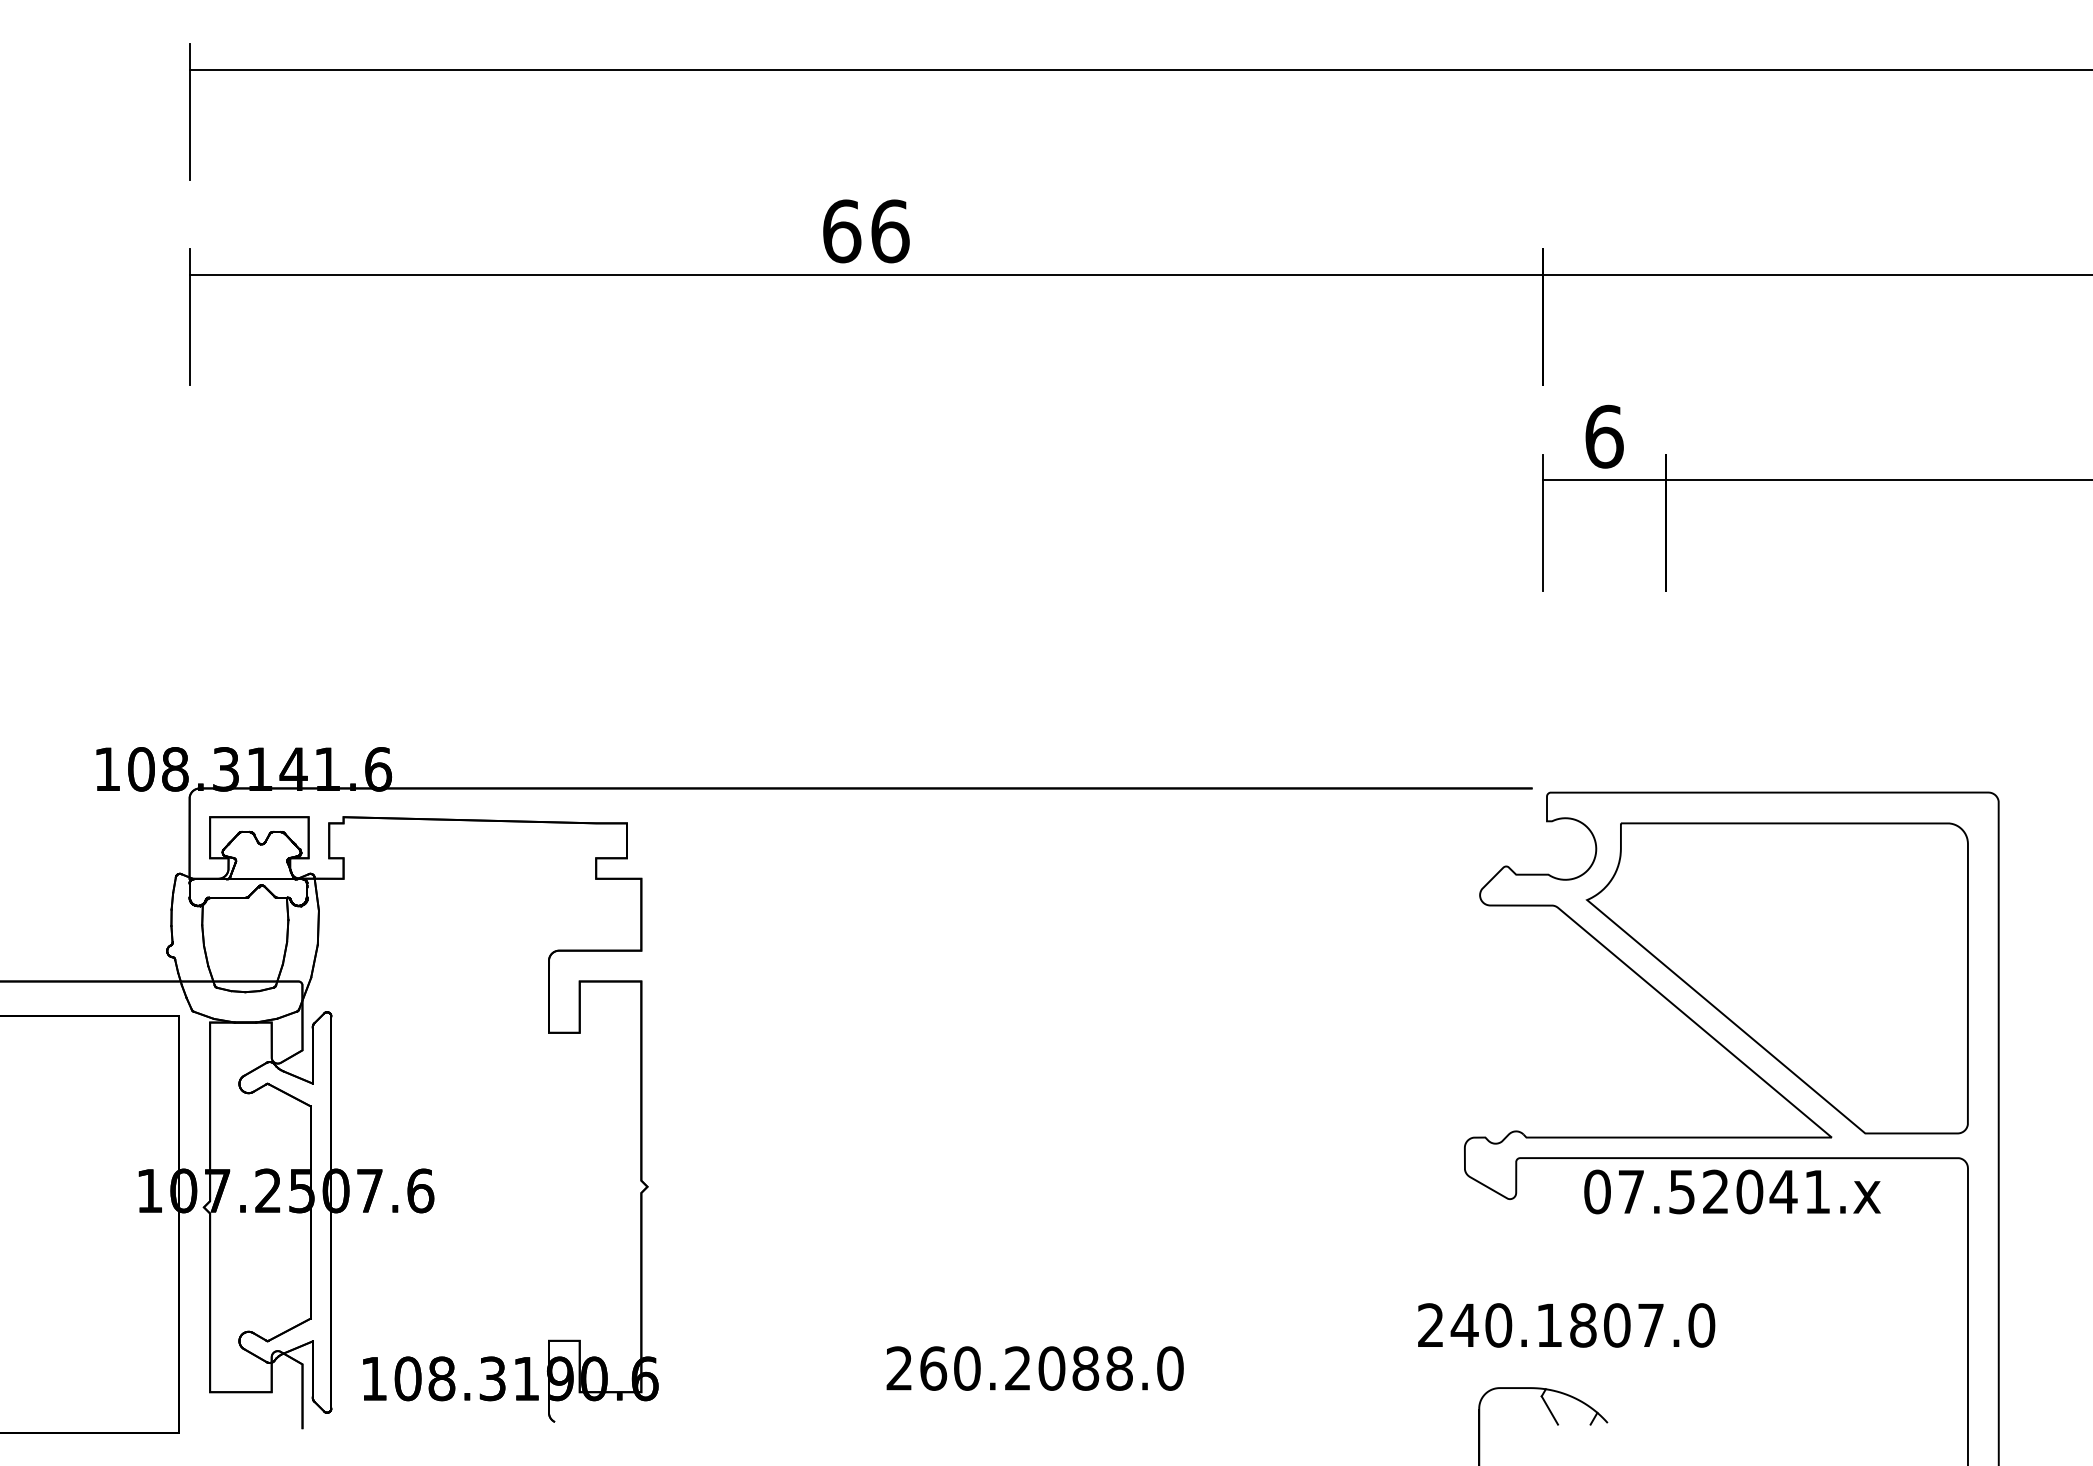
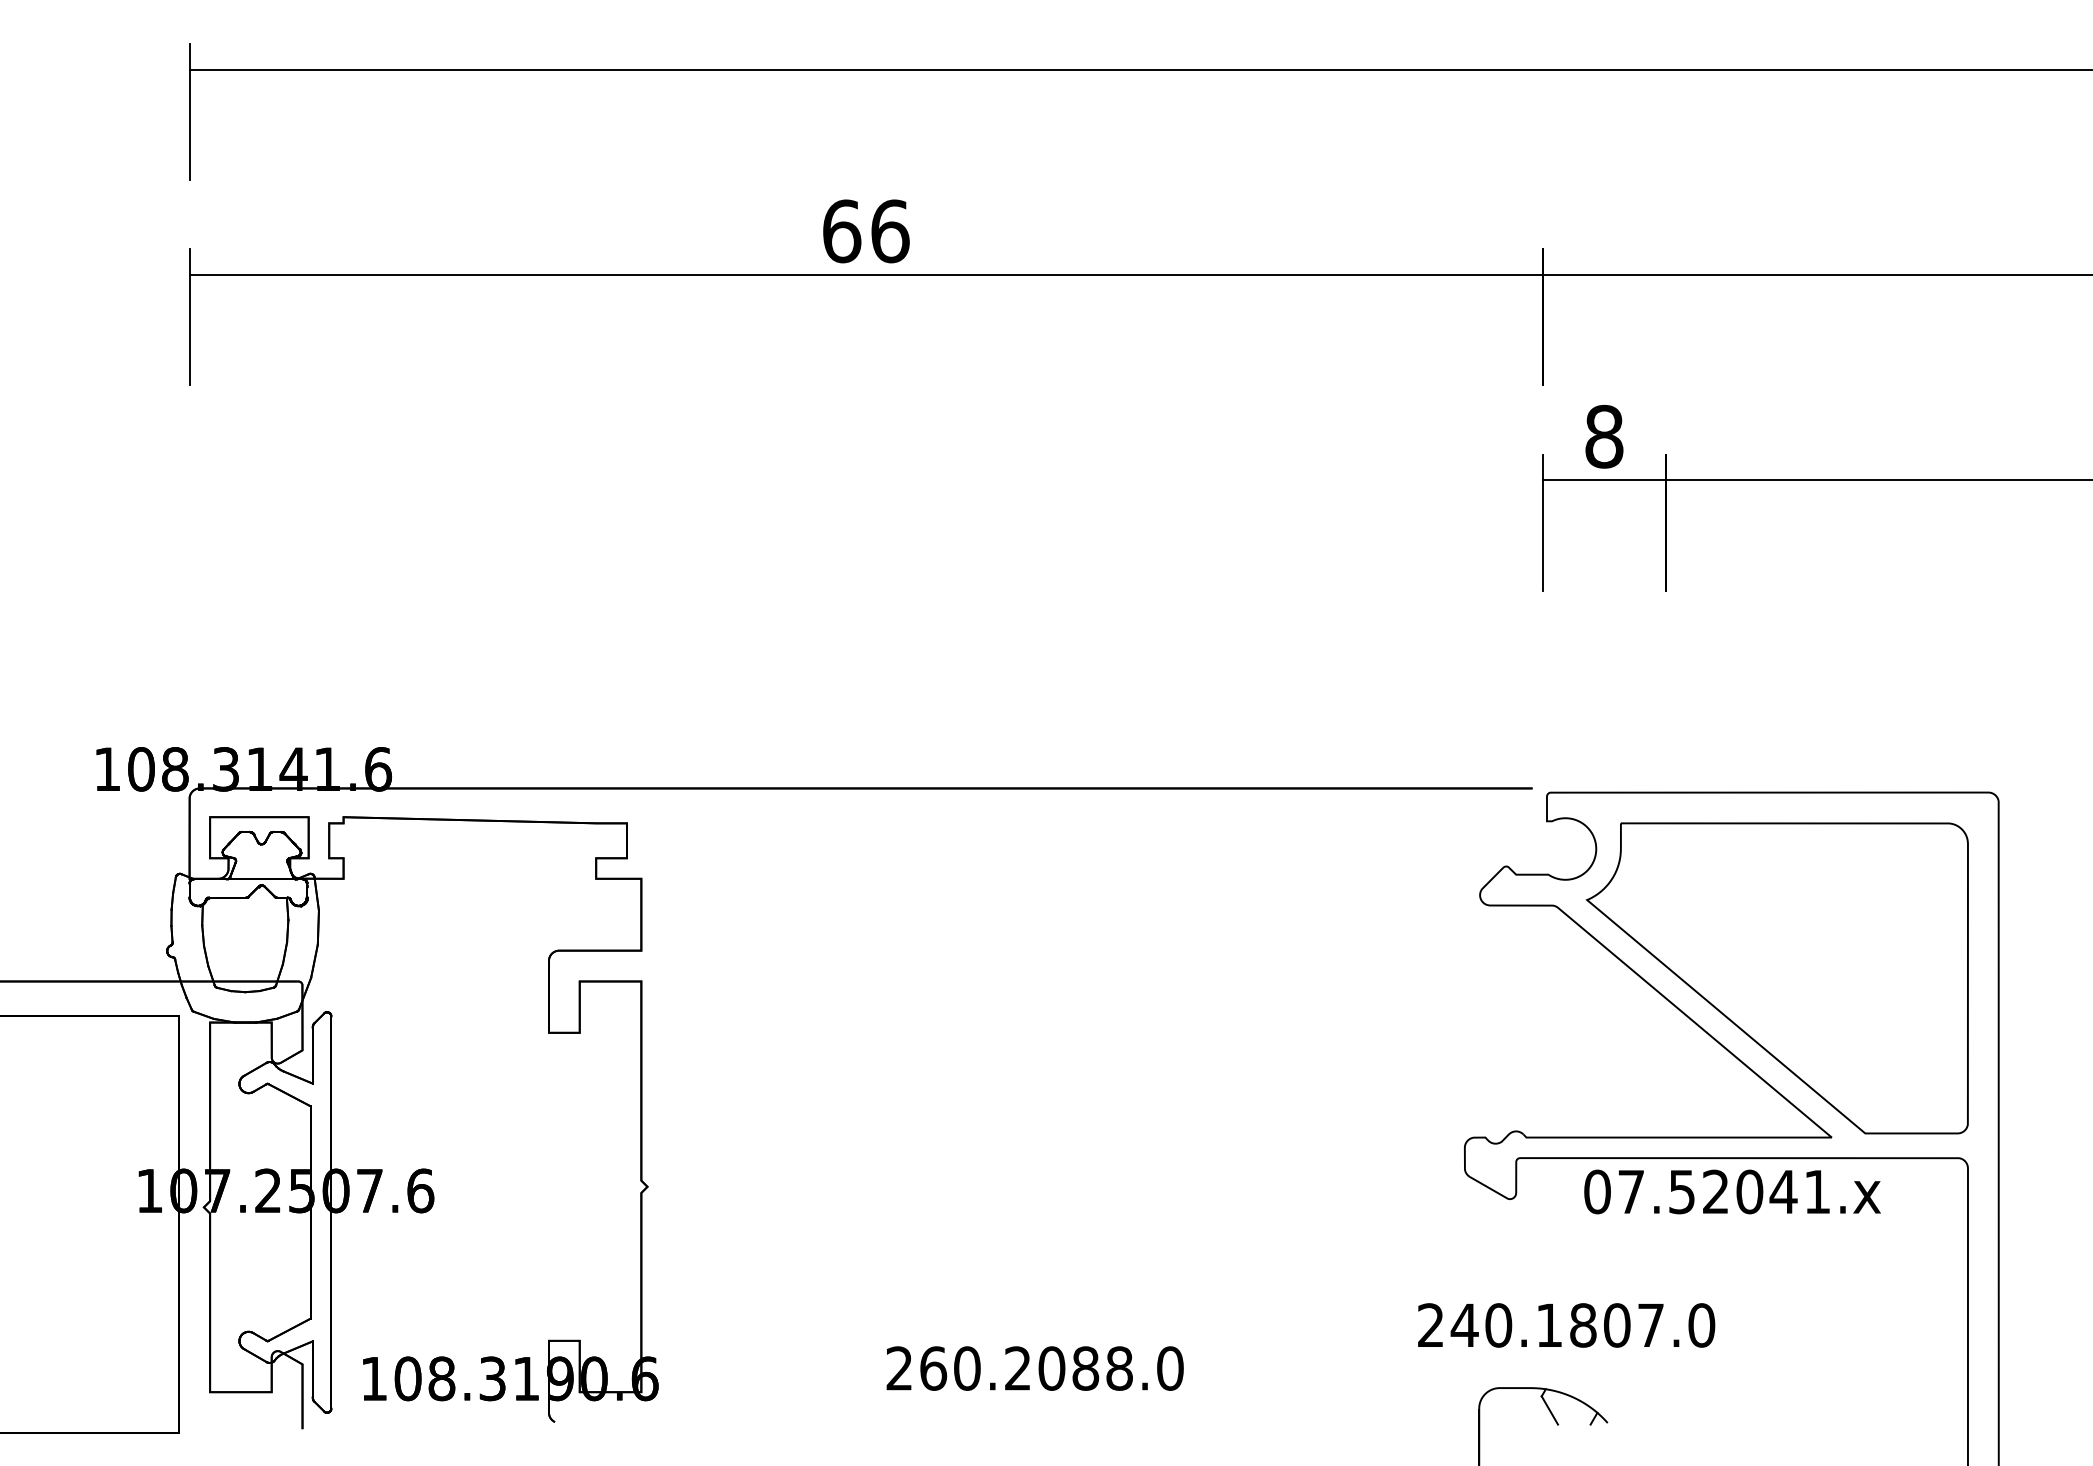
text at (1604, 436): 6 -> 8
